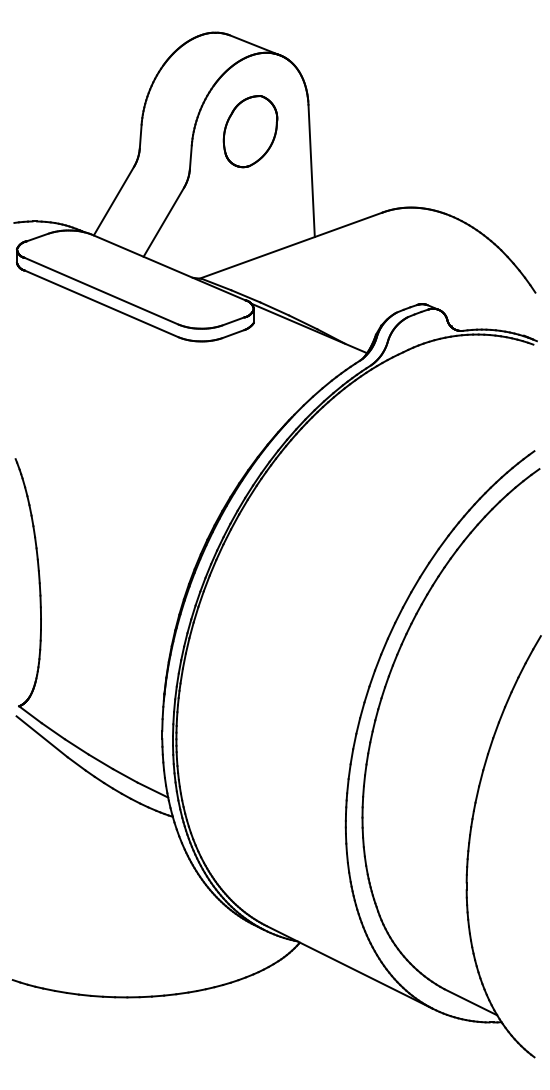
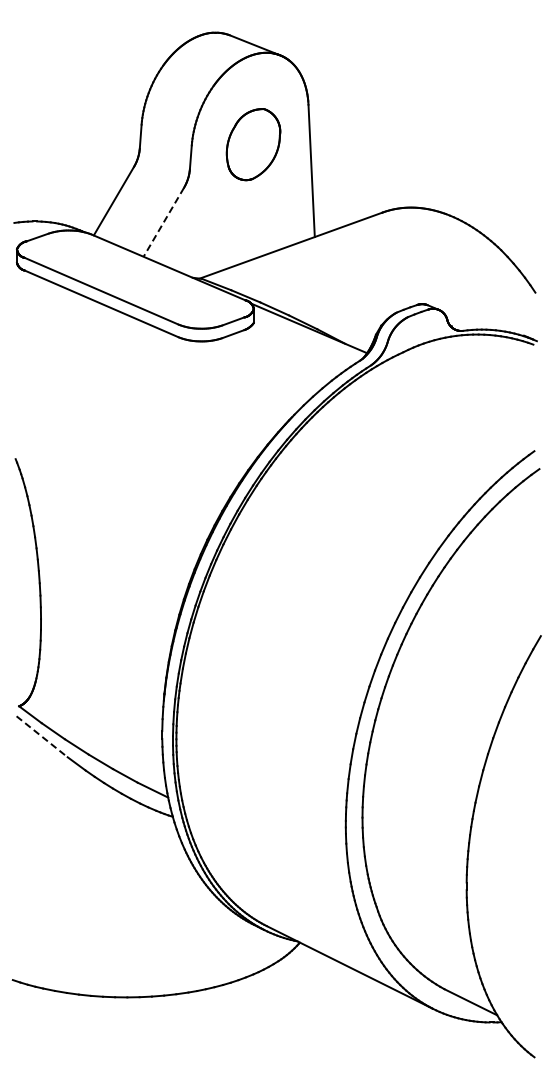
part at (250, 131) position: (250, 131) -> (253, 144)
line at (163, 222): solid -> dashed
line at (42, 736): solid -> dashed
